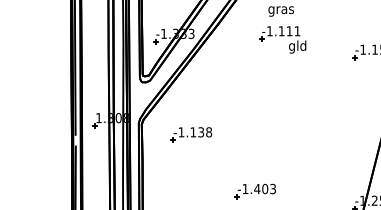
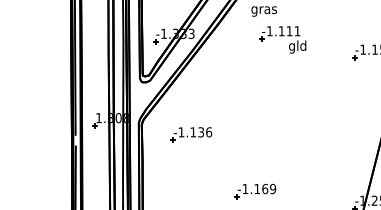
text at (280, 11) position: (280, 11) -> (263, 11)
text at (209, 132): -1.138 -> -1.136
text at (265, 188): -1.403 -> -1.169
